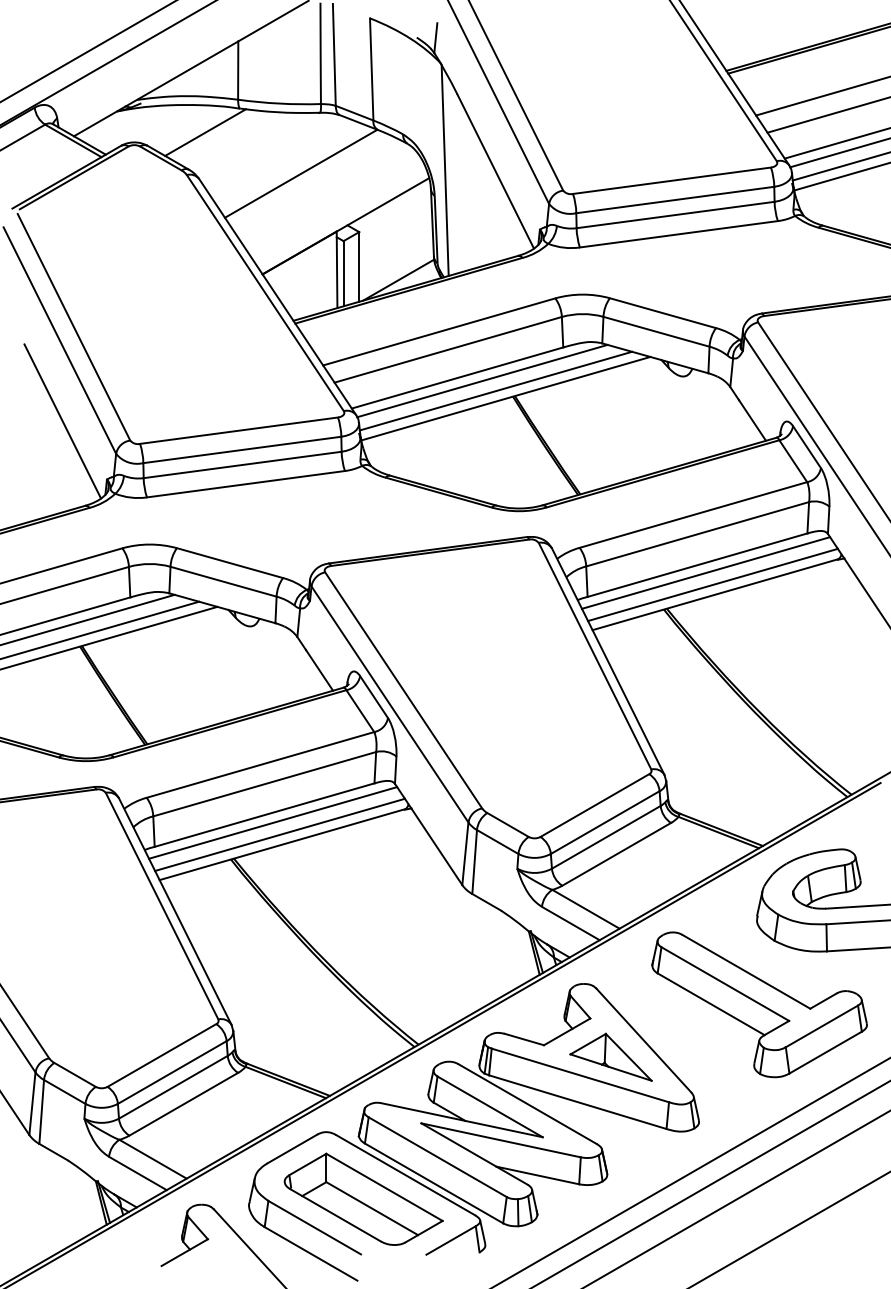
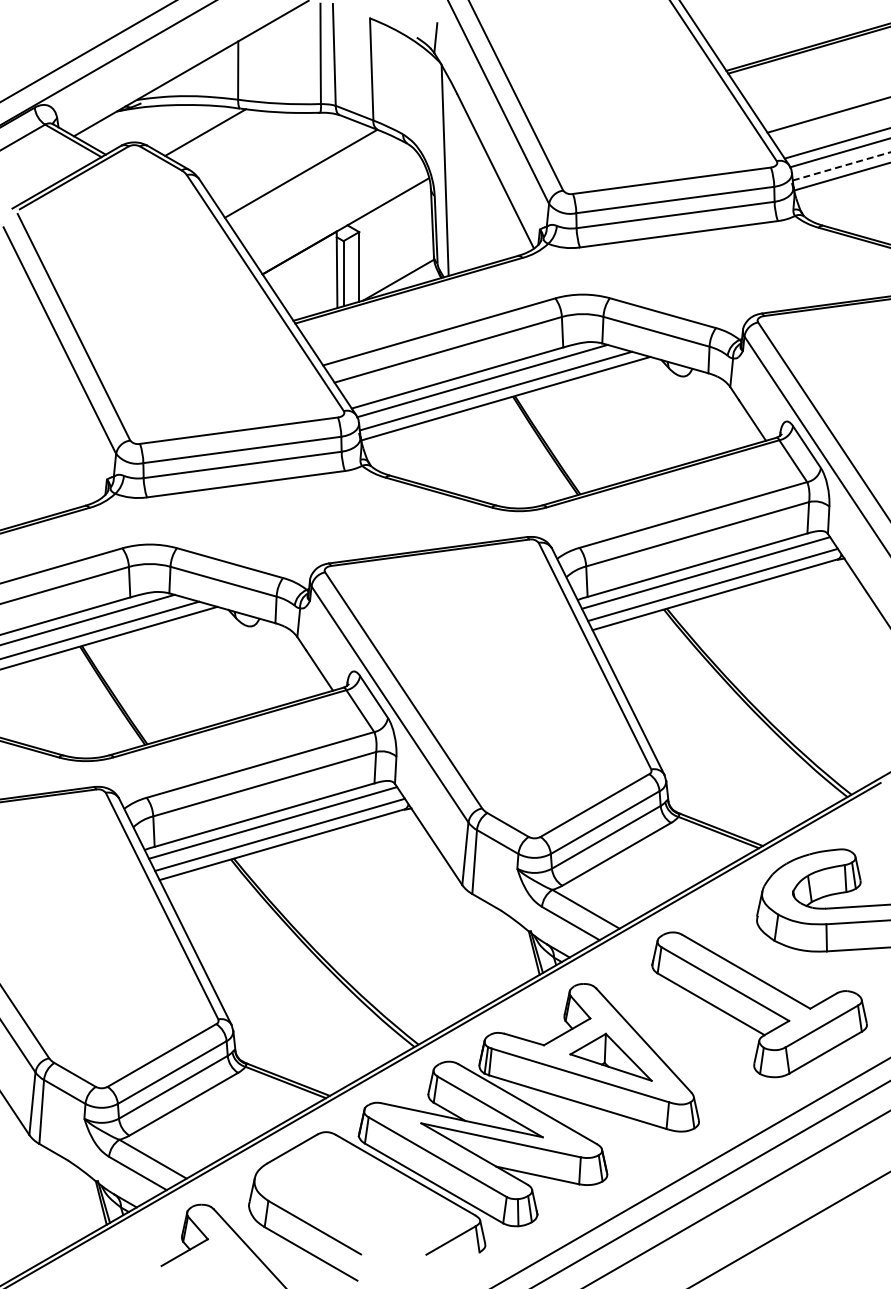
line at (821, 96): present -> none
line at (841, 166): solid -> dashed
line at (62, 421): present -> none
part at (363, 1198): present -> none
